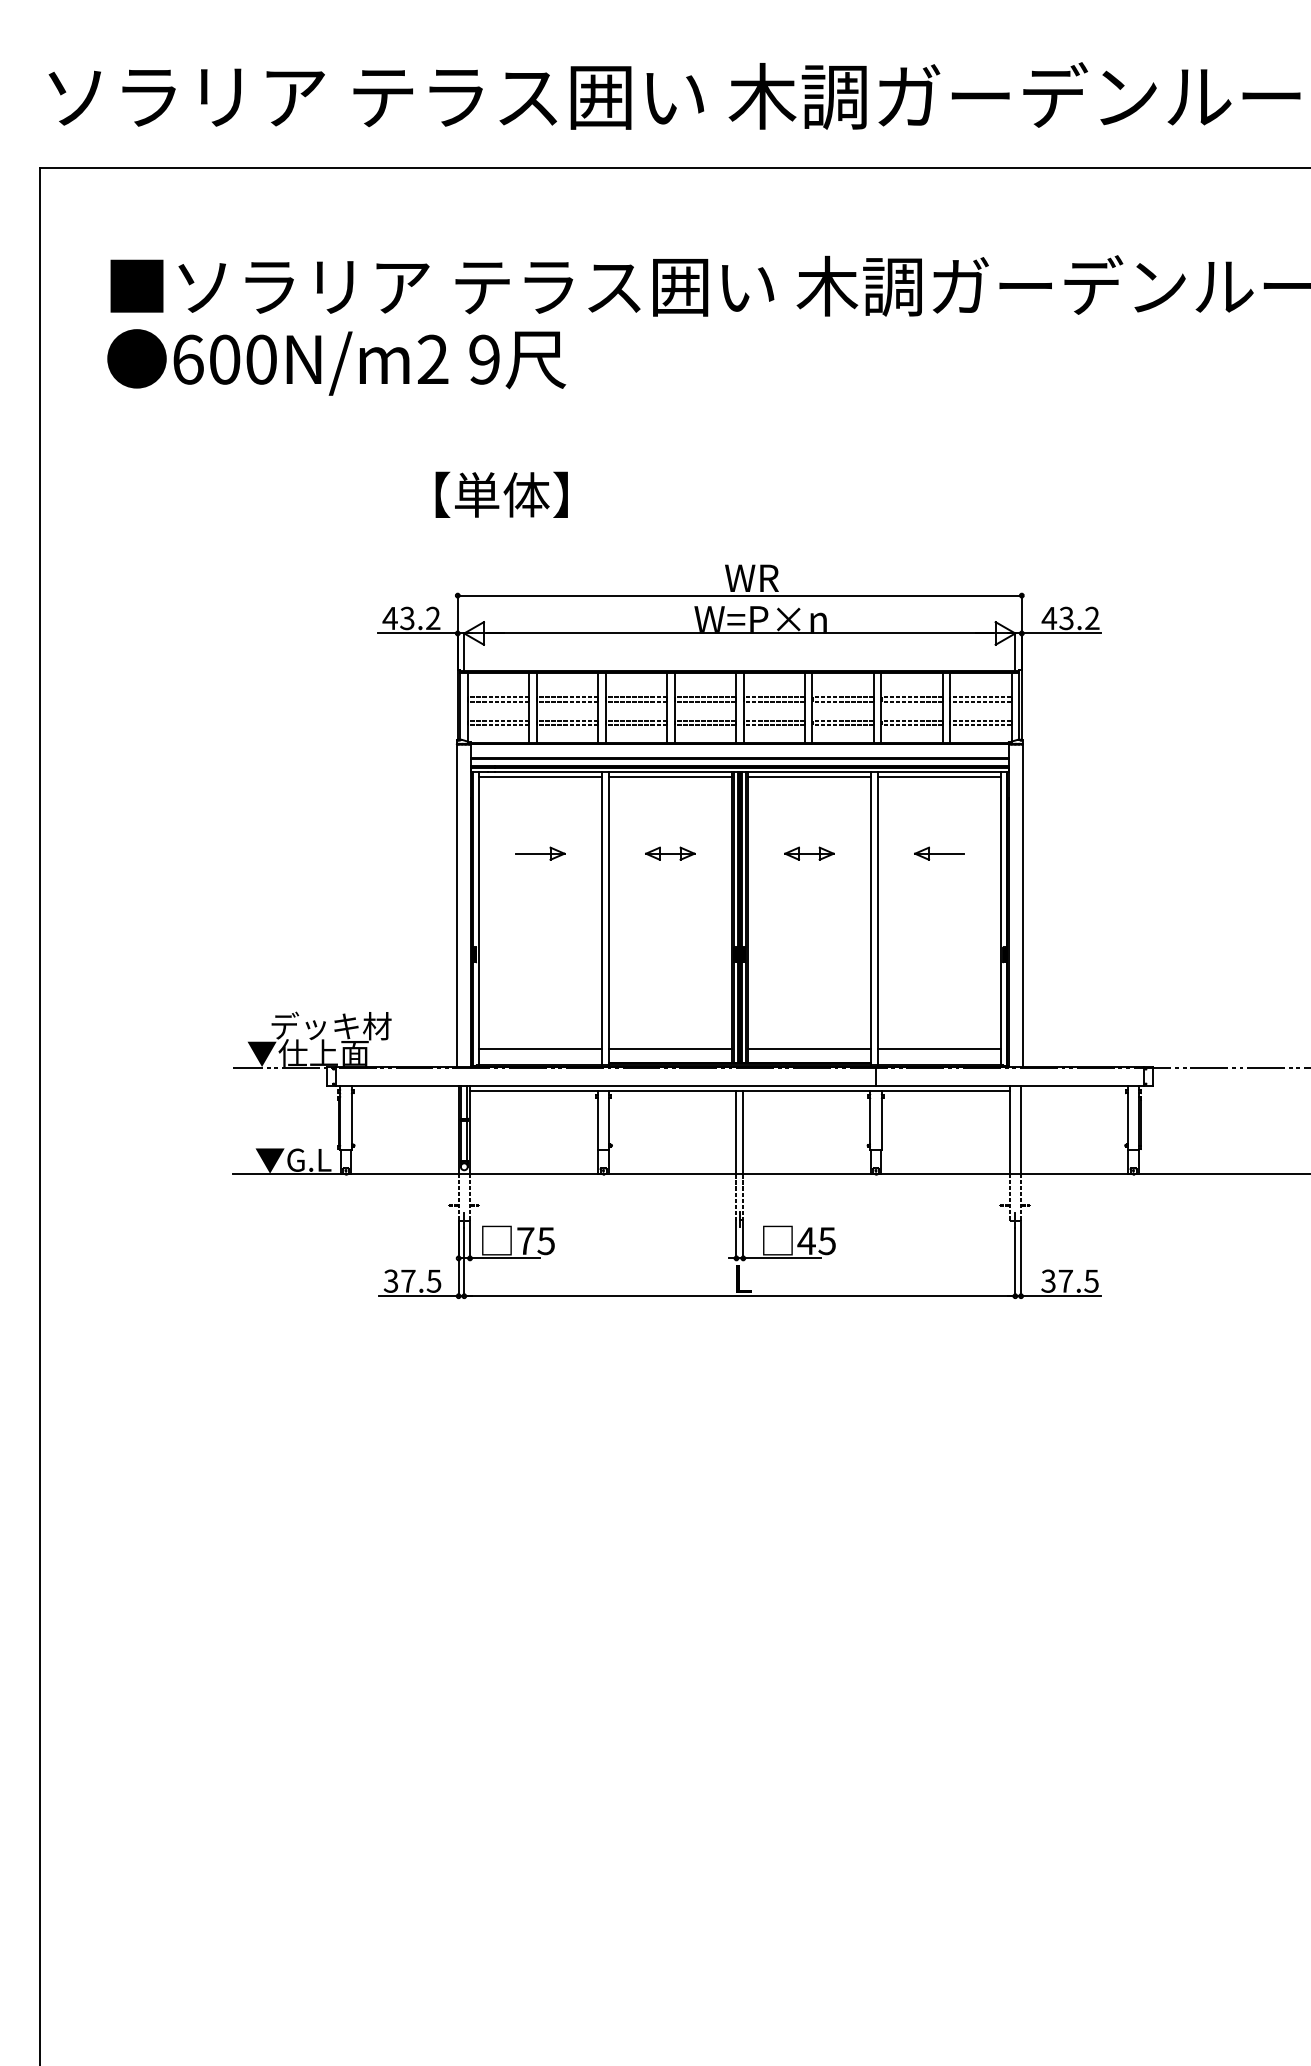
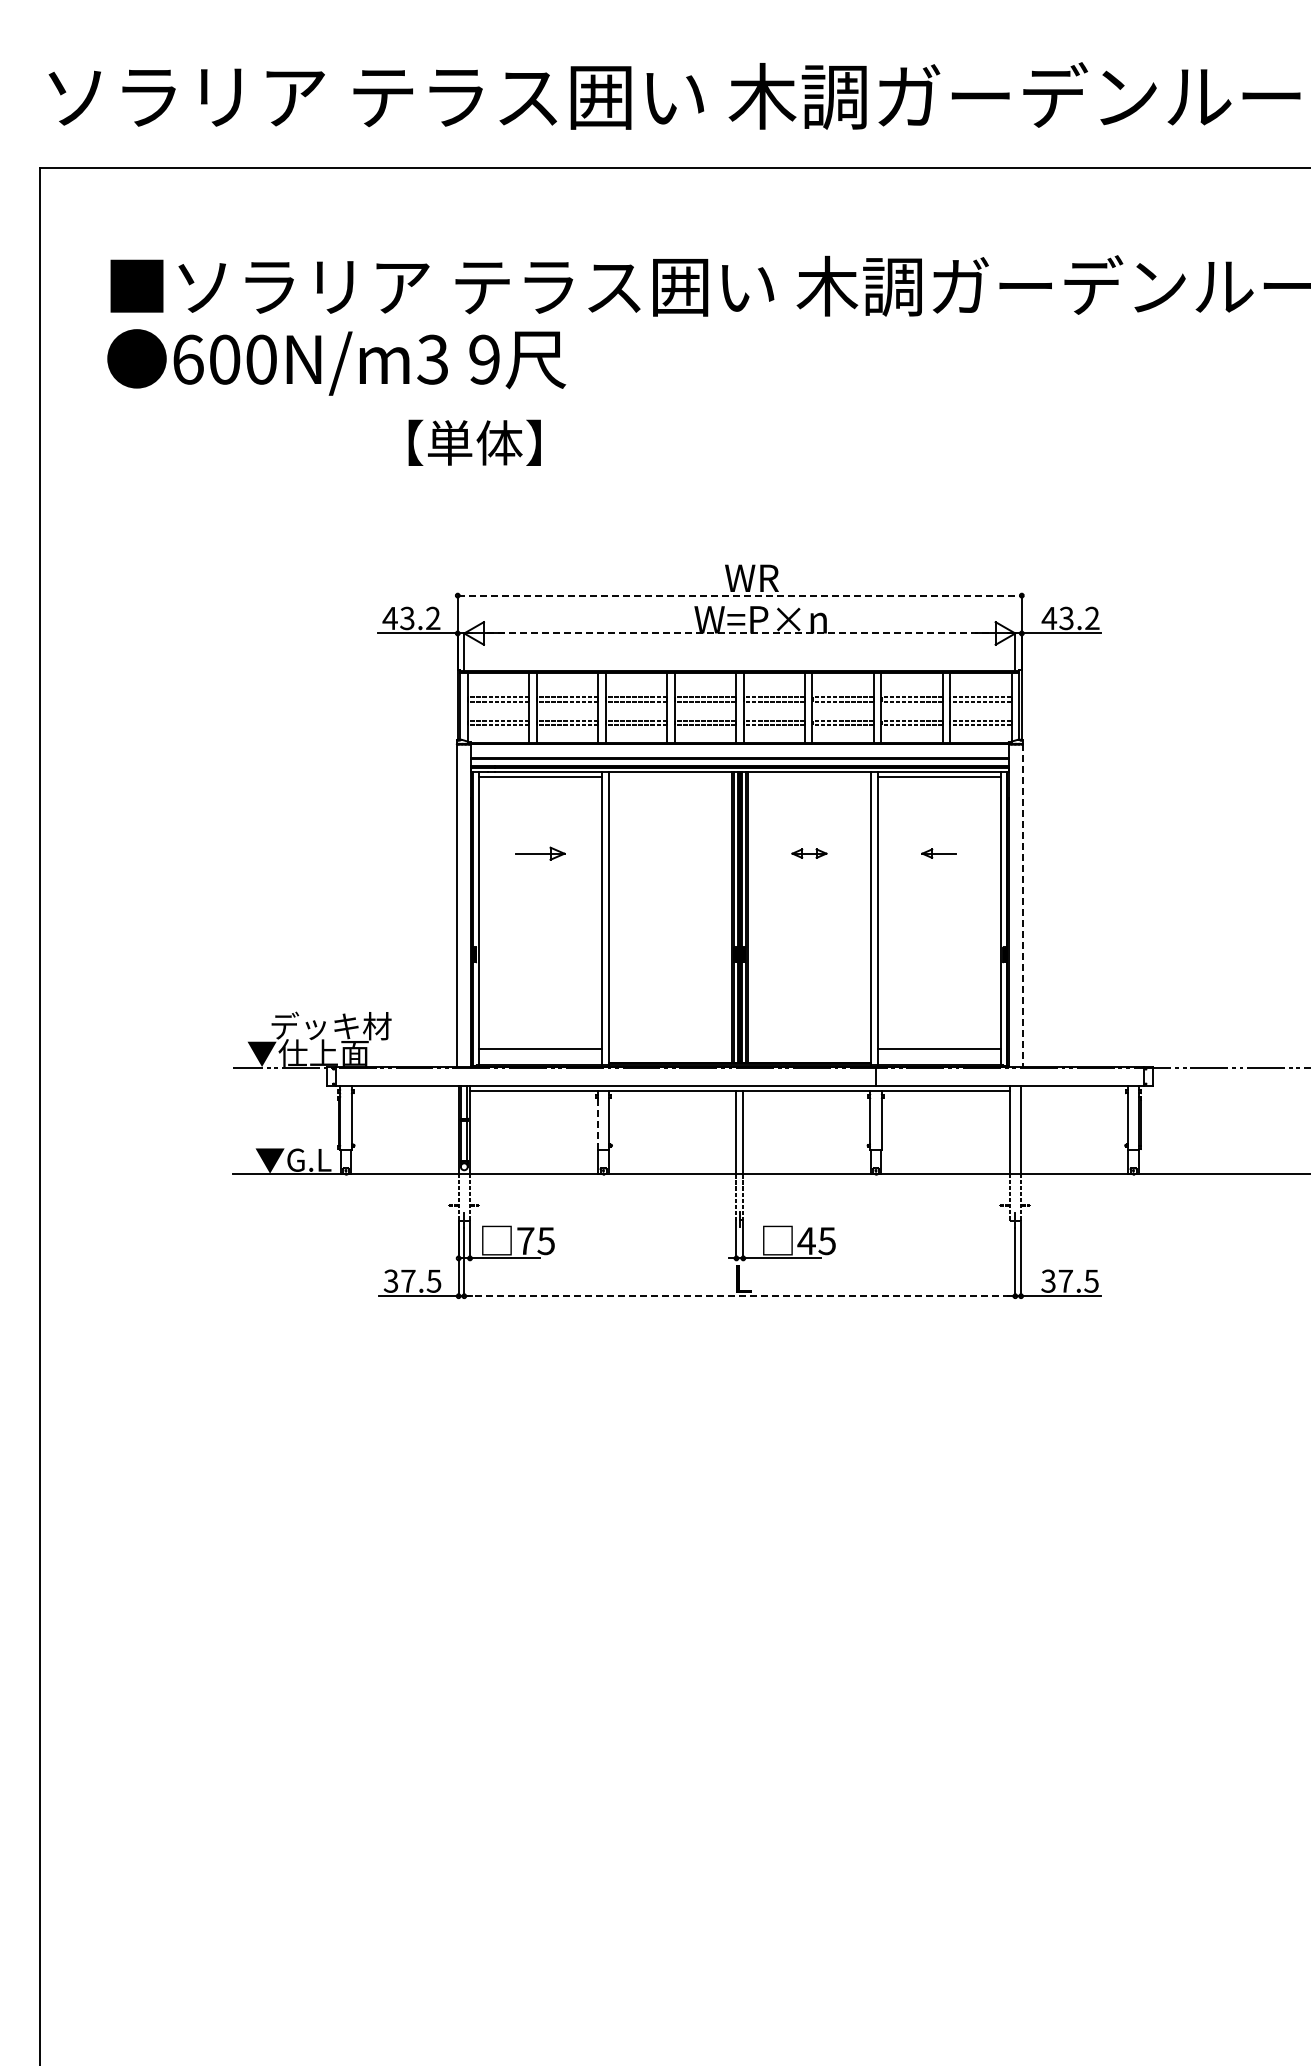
text at (432, 359): 600N/m2 -> 600N/m3
text at (501, 494) position: (501, 494) -> (474, 442)
line at (740, 595): solid -> dashed
line at (739, 633): solid -> dashed
line at (669, 776): present -> none
line at (808, 776): present -> none
part at (670, 853): present -> none
part at (809, 853) size: 51x15 px -> 37x11 px
part at (939, 853) size: 51x15 px -> 36x11 px
line at (1022, 905): solid -> dashed
line at (669, 1049): present -> none
line at (808, 1049): present -> none
line at (597, 1123): solid -> dashed
line at (739, 1296): solid -> dashed
